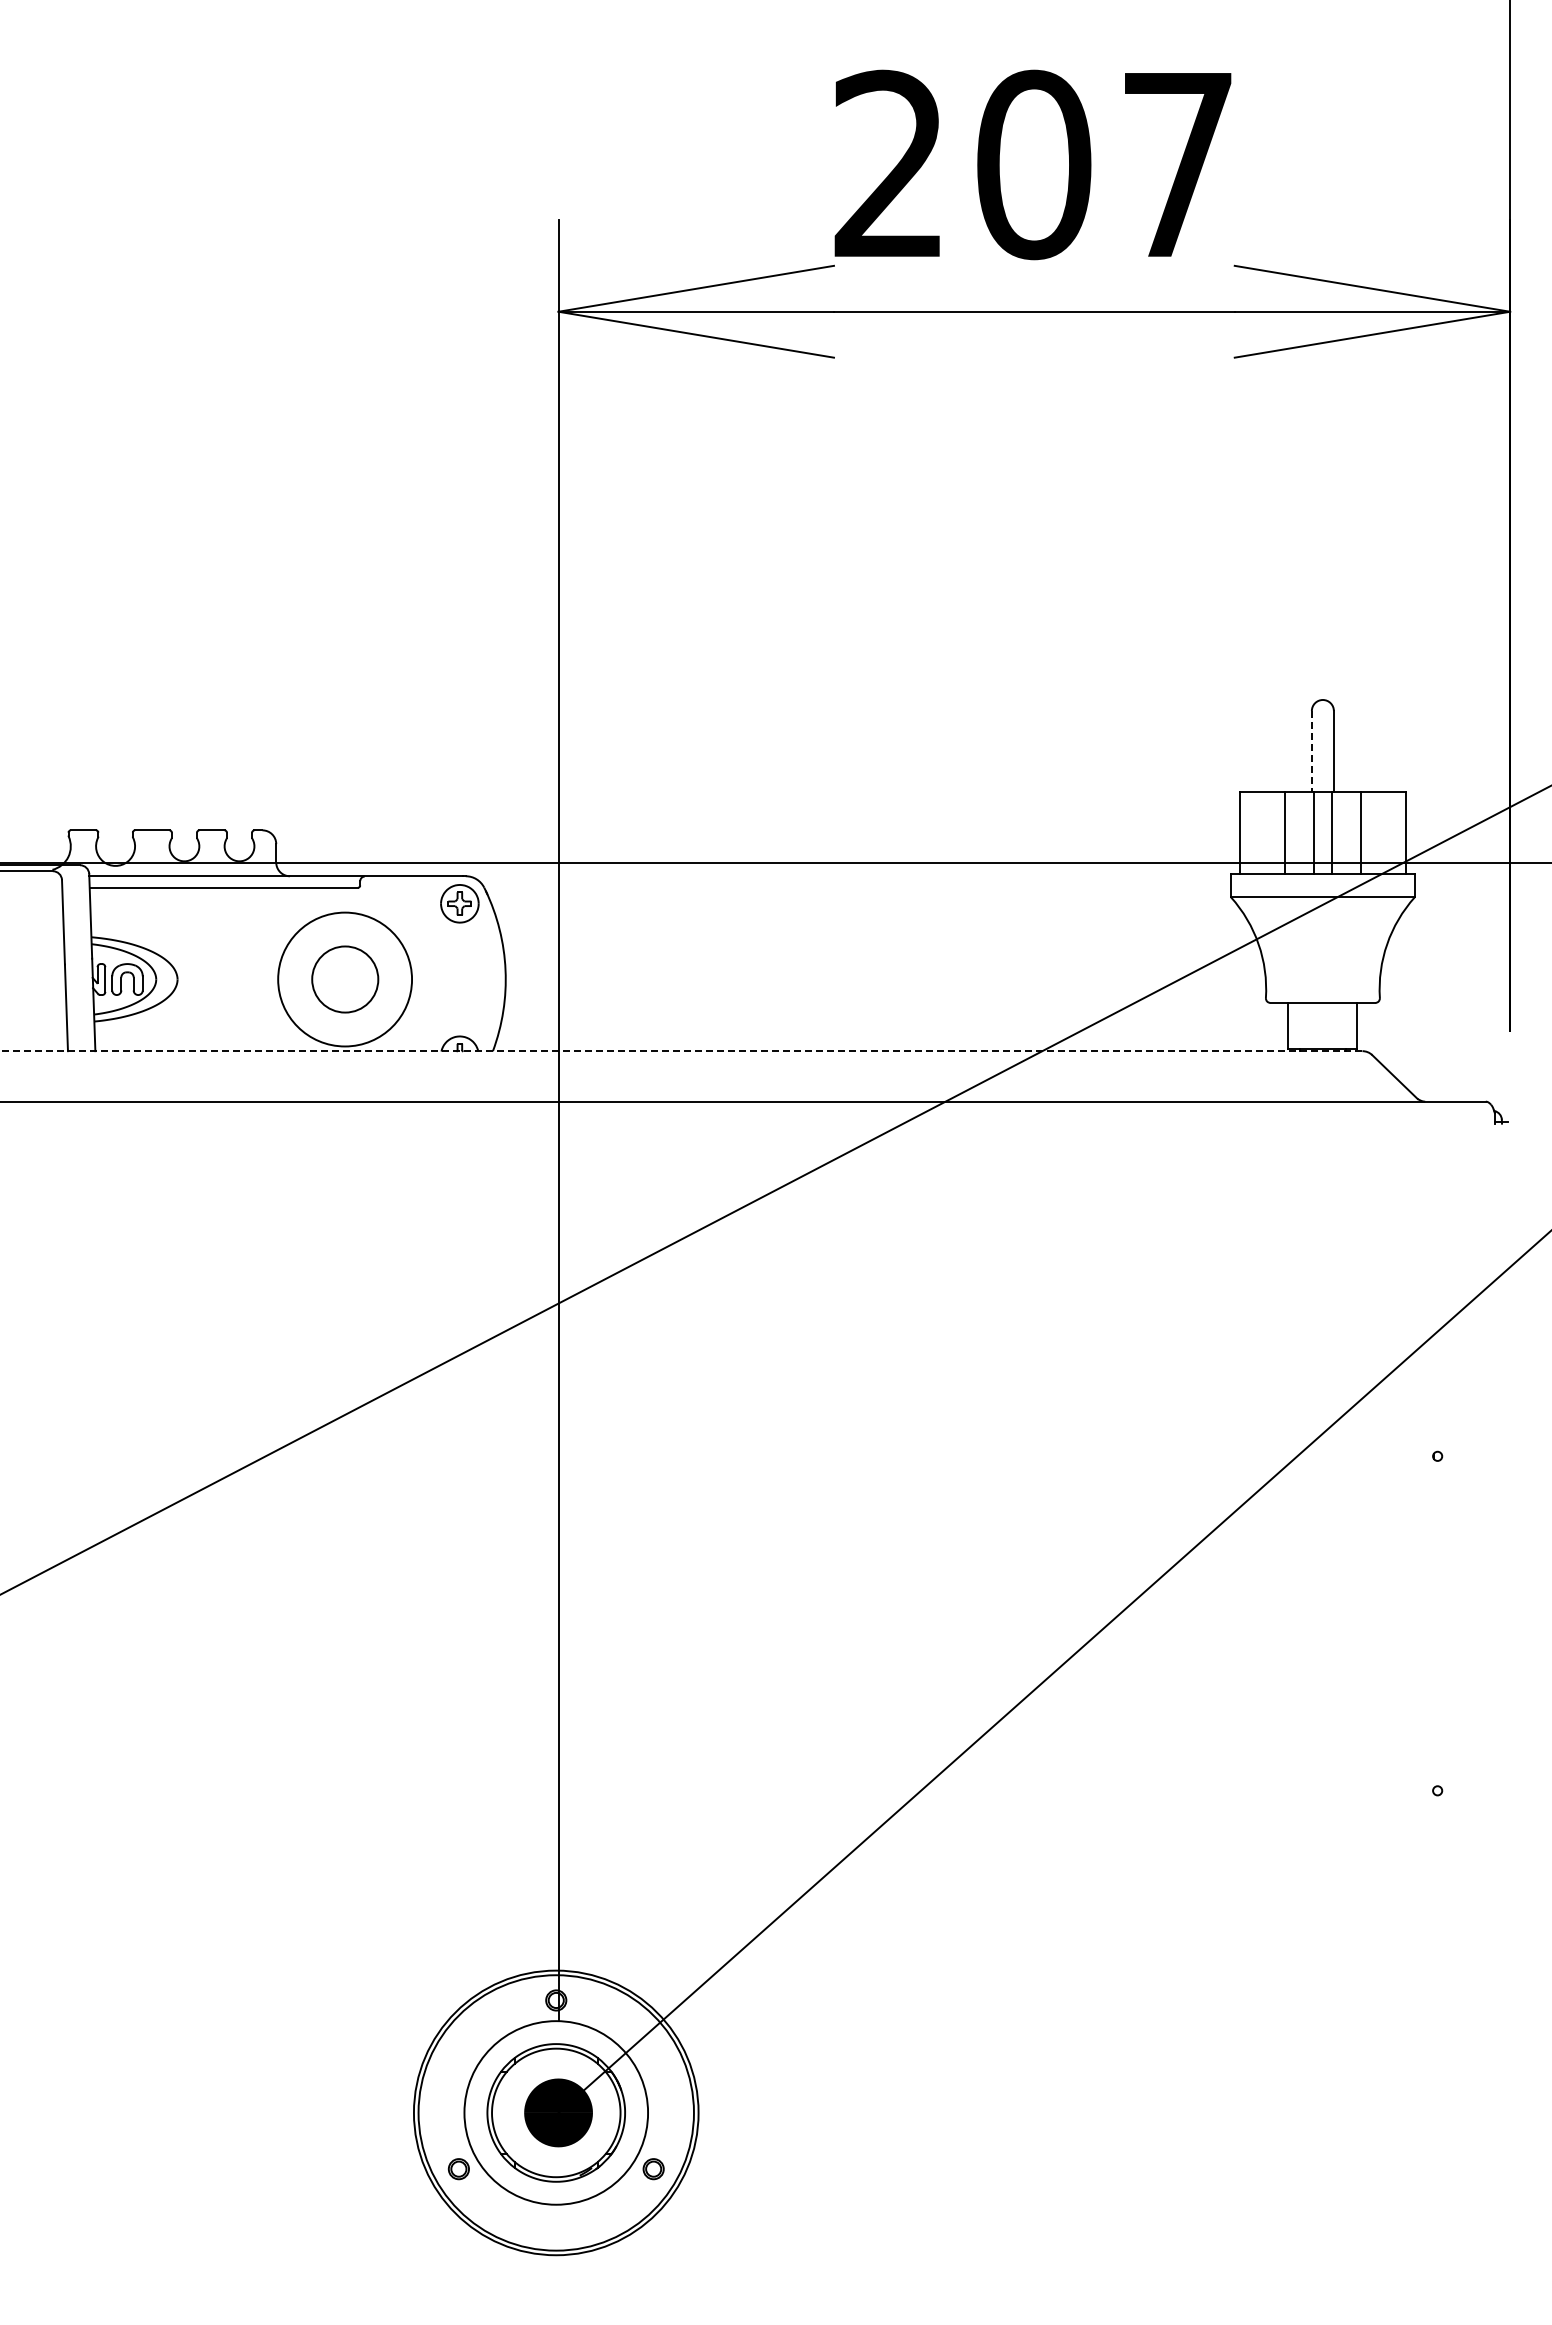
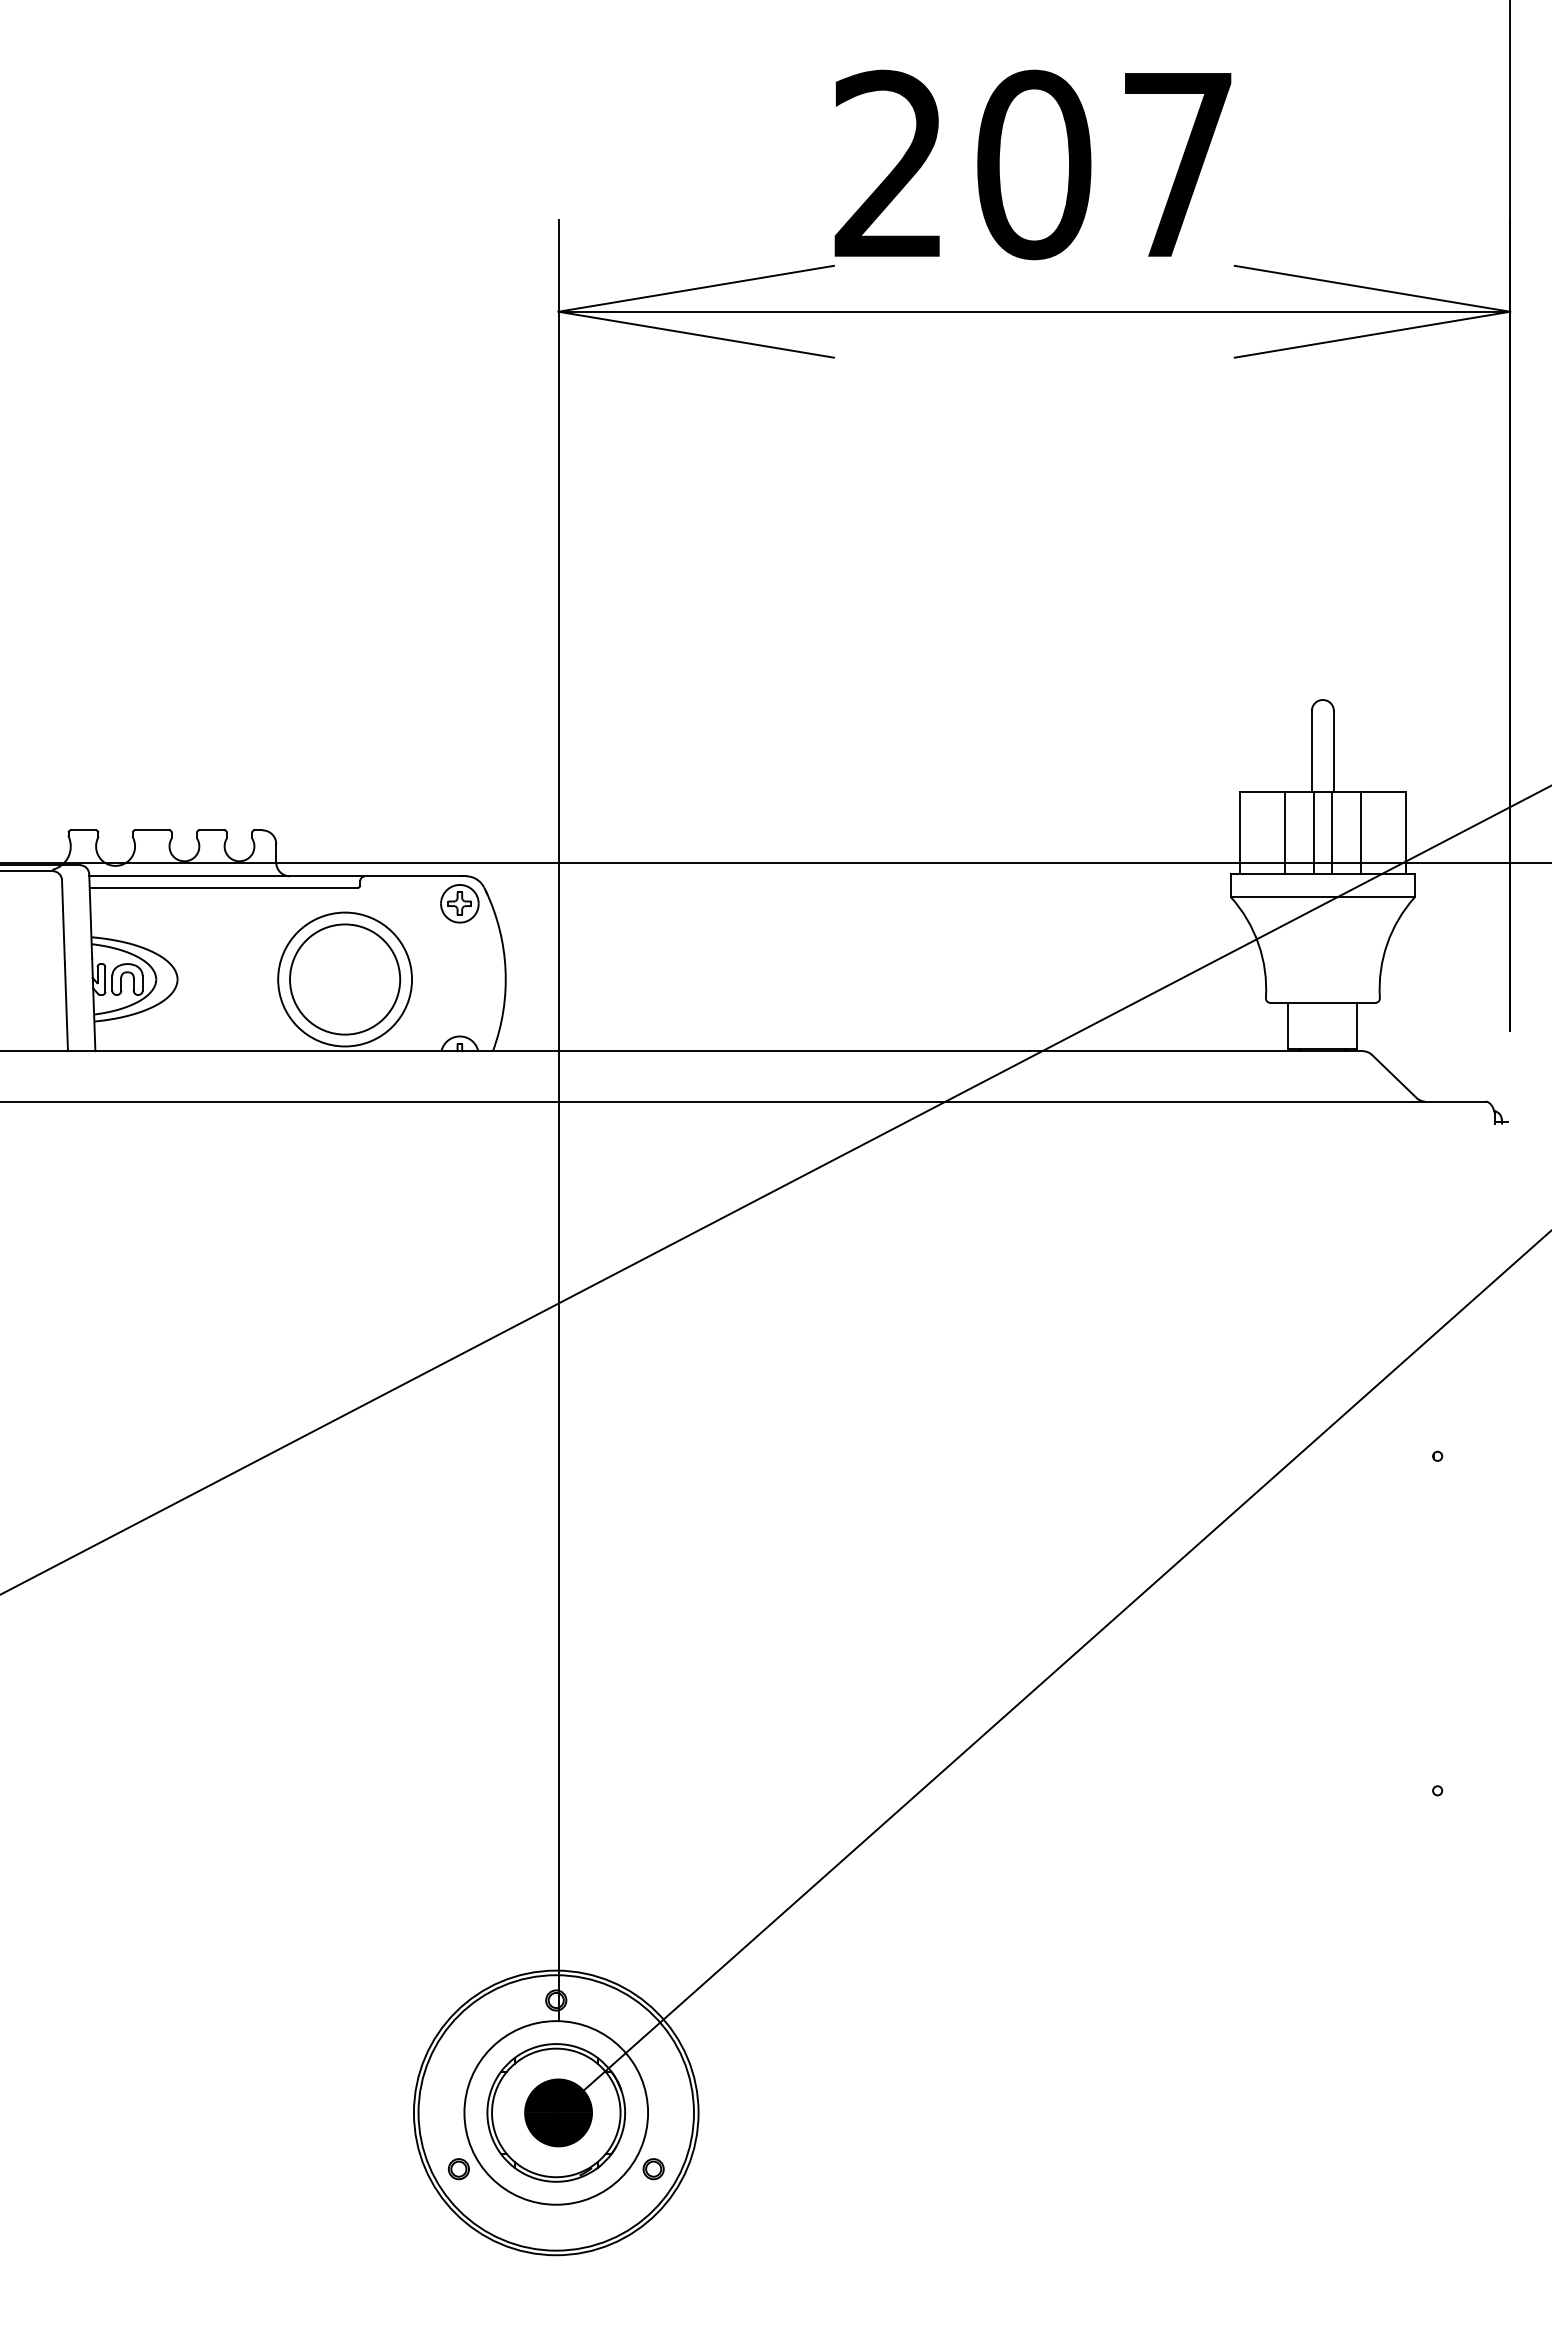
line at (1311, 751): dashed -> solid
circle at (345, 979) size: 69x69 px -> 113x113 px
line at (681, 1051): dashed -> solid
